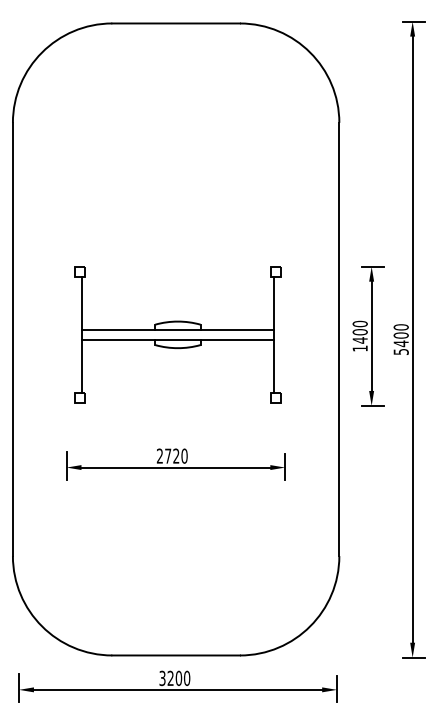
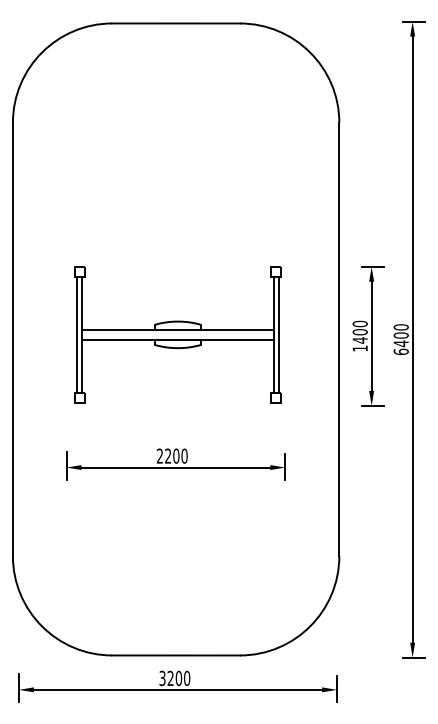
line at (77, 334): none -> present
line at (278, 334): none -> present
text at (400, 351): 5400 -> 6400
text at (172, 455): 2720 -> 2200
